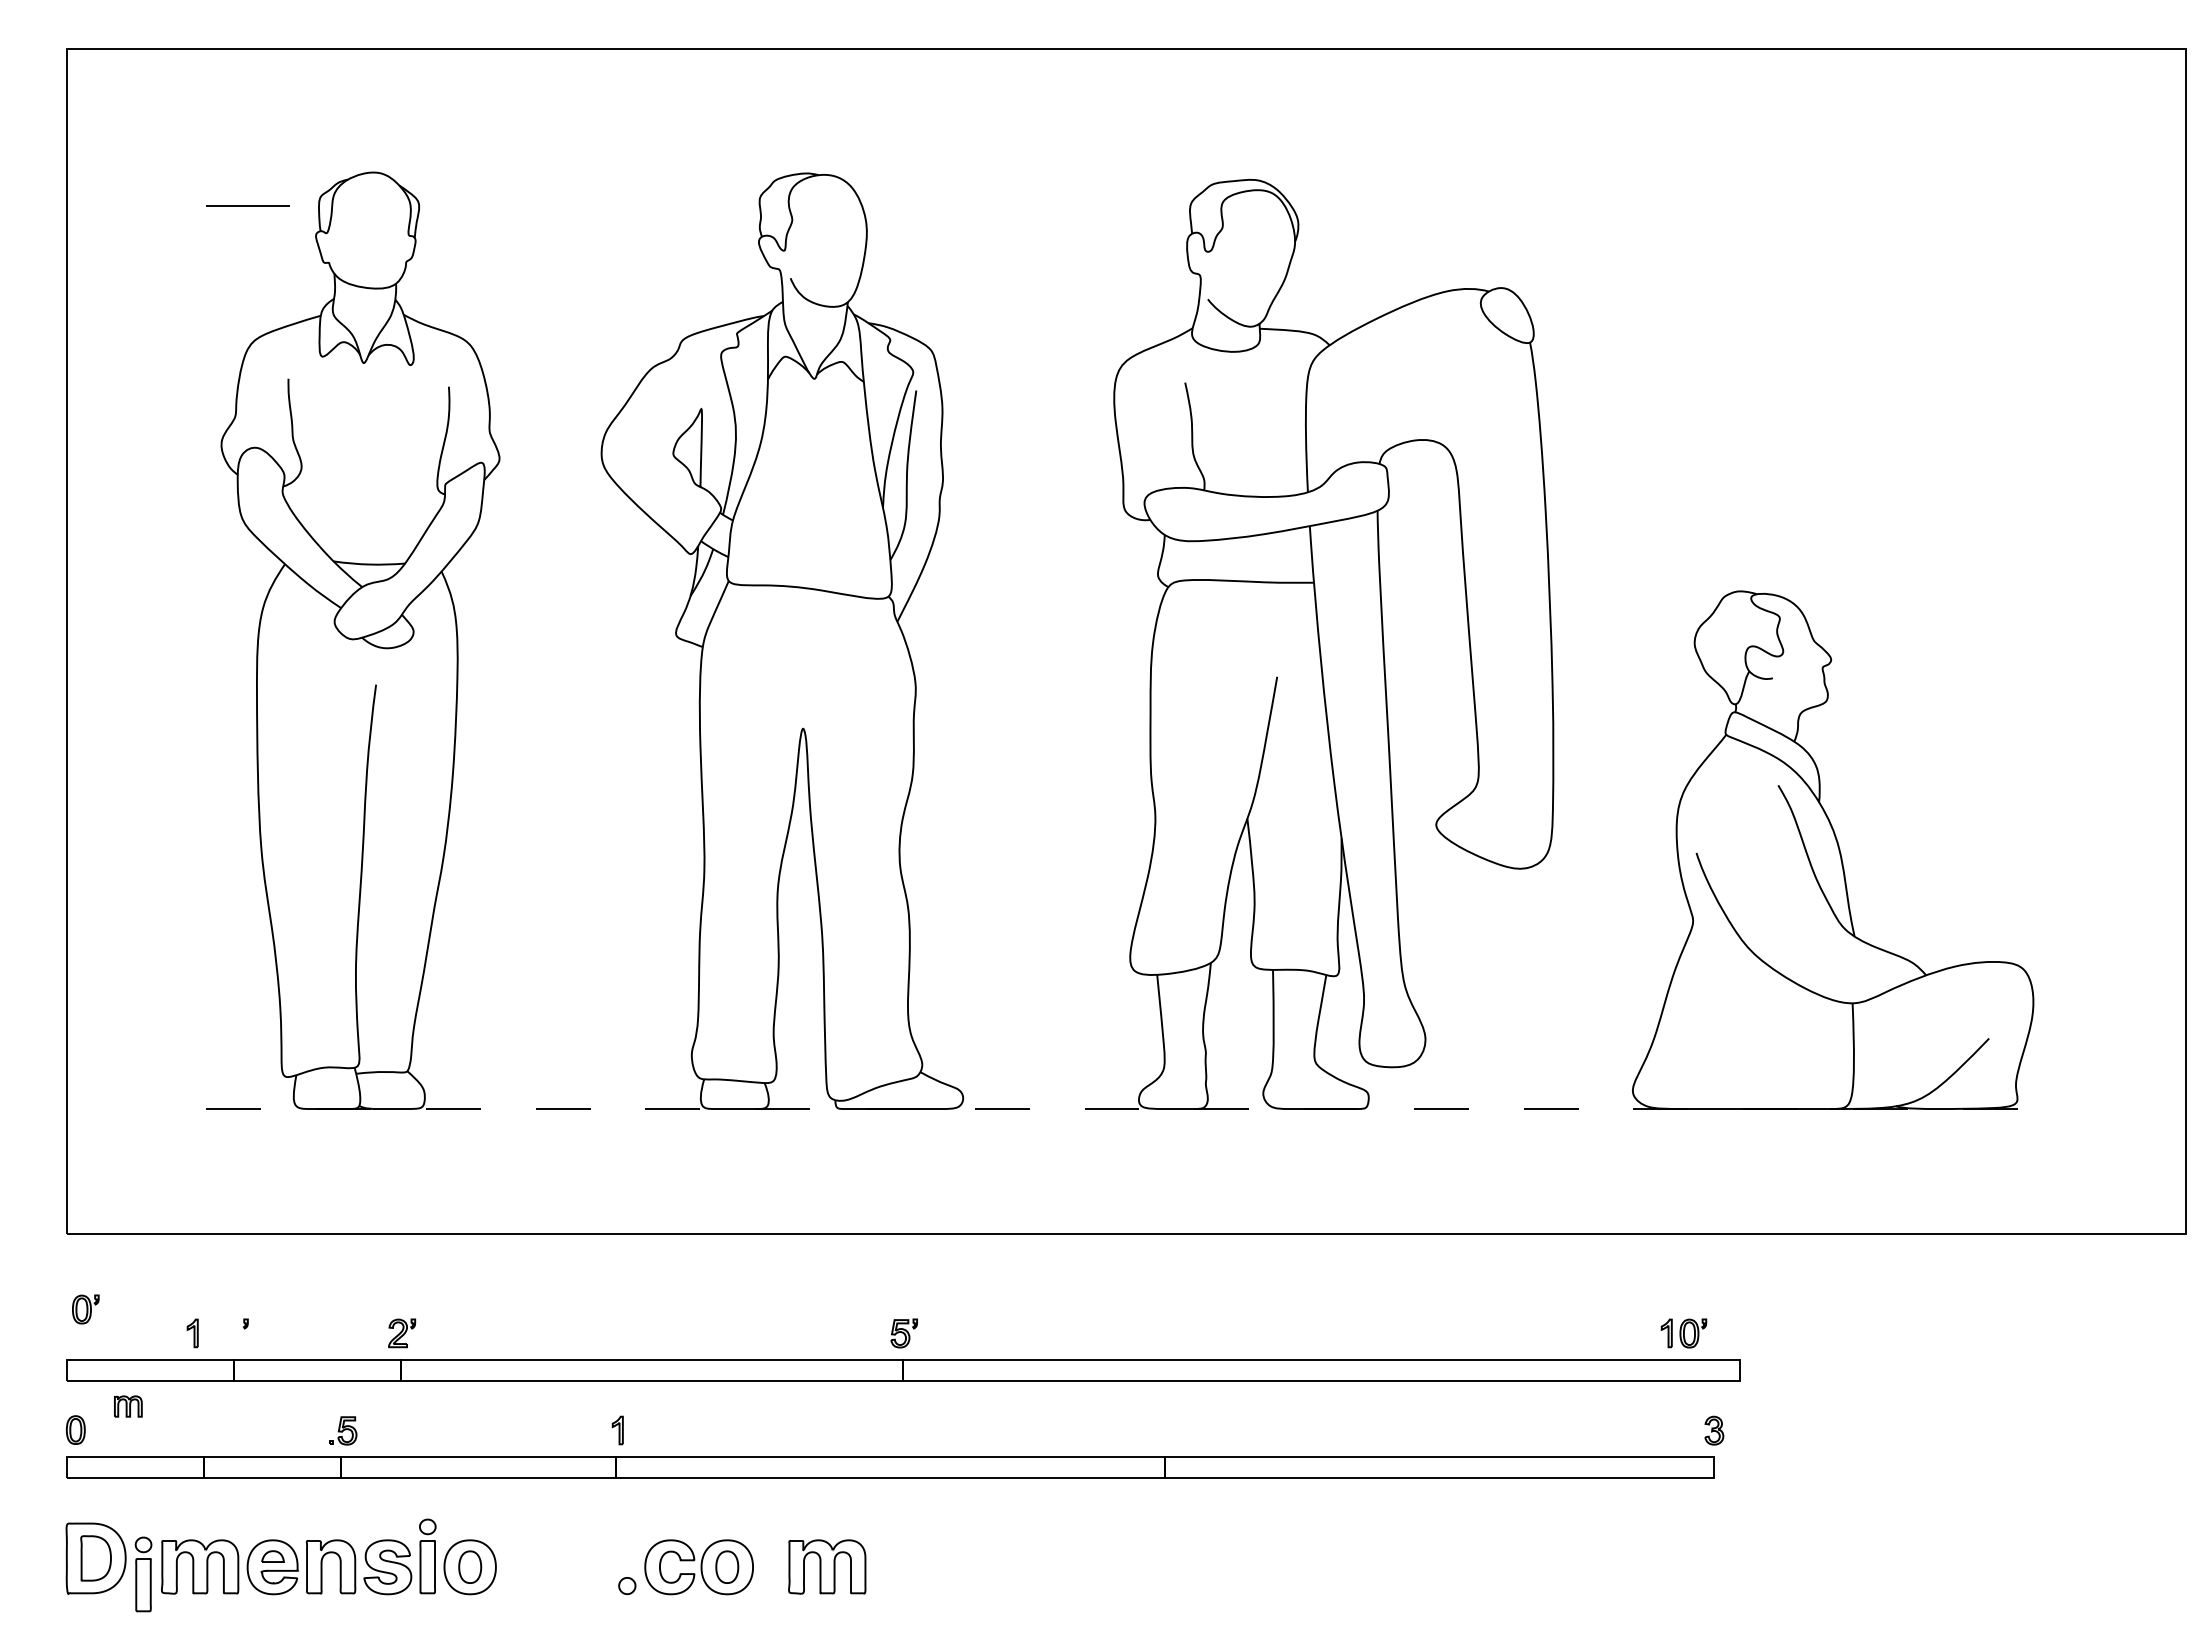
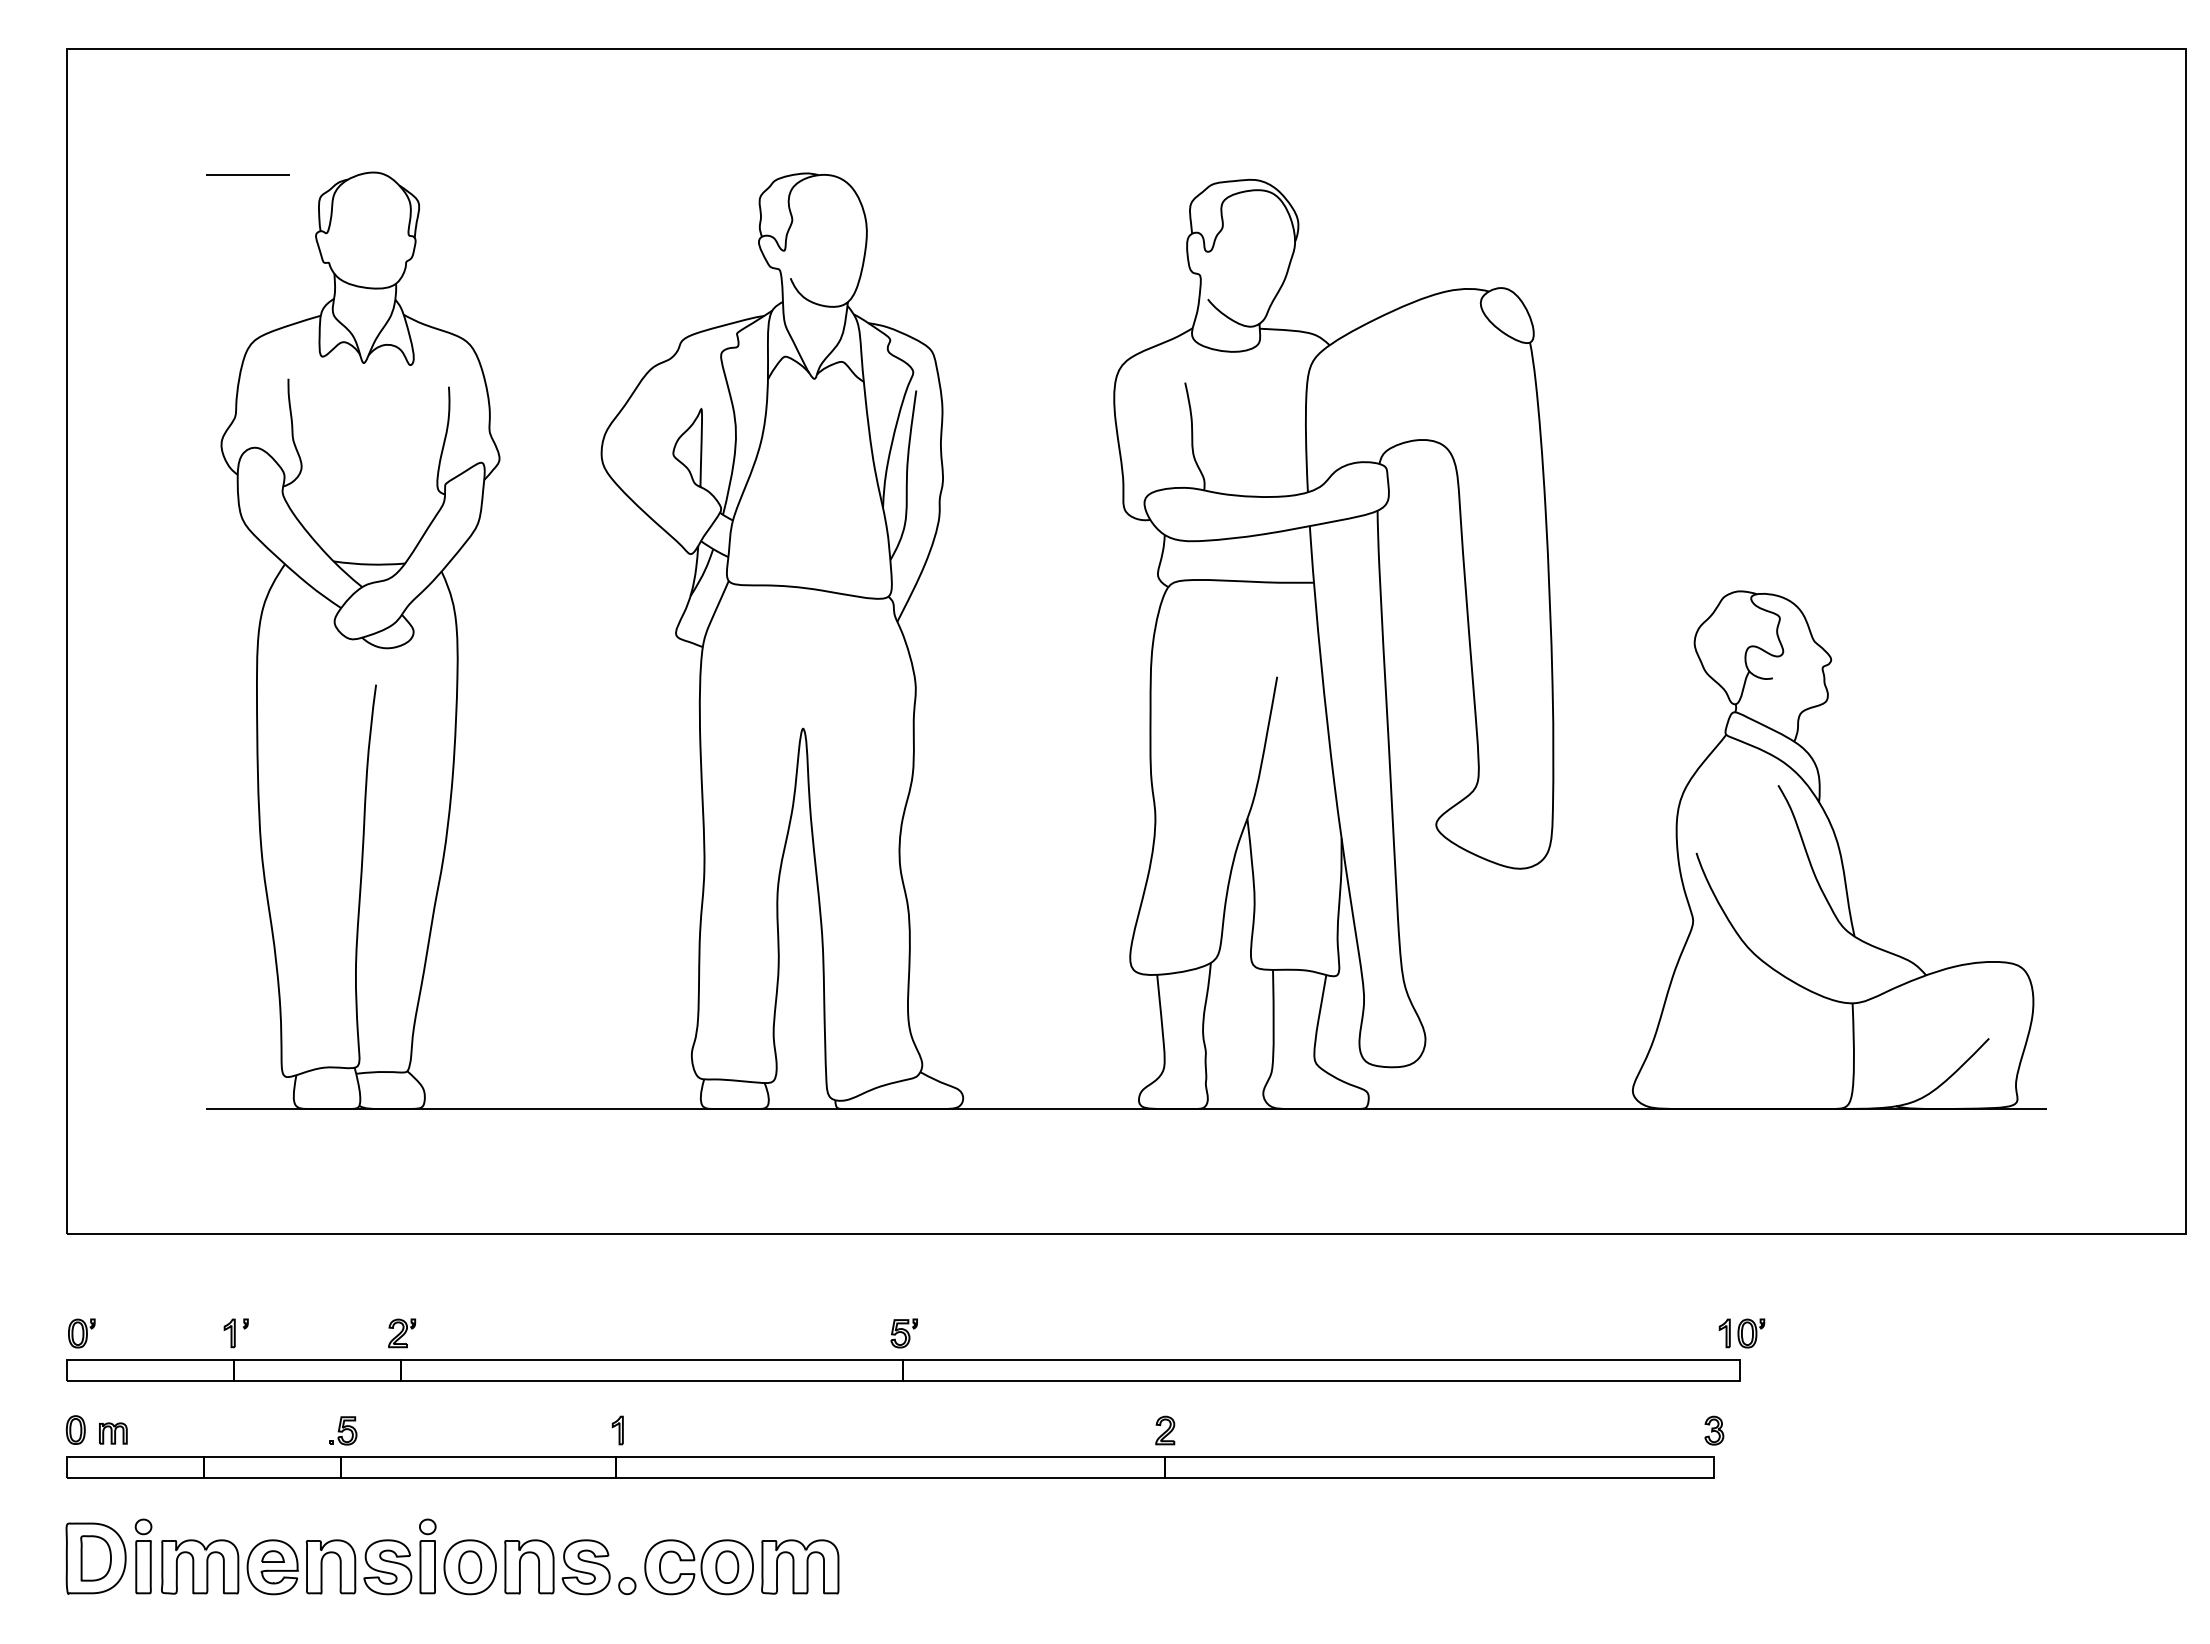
line at (247, 205) position: (247, 205) -> (247, 174)
line at (1126, 1109): dashed -> solid
part at (85, 1309) position: (85, 1309) -> (81, 1333)
part at (192, 1333) position: (192, 1333) -> (229, 1333)
part at (1683, 1333) position: (1683, 1333) -> (1741, 1333)
part at (128, 1406) position: (128, 1406) -> (113, 1433)
part at (1165, 1430): none -> present
part at (827, 1566) position: (827, 1566) -> (800, 1566)
part at (557, 1567): none -> present
part at (143, 1574) position: (143, 1574) -> (143, 1556)
